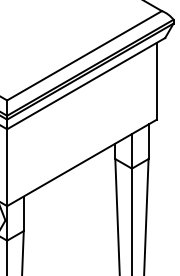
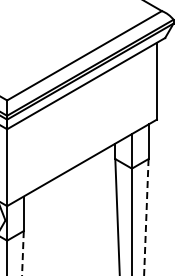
line at (146, 217): solid -> dashed
line at (22, 253): solid -> dashed
